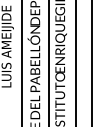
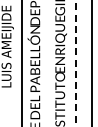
line at (48, 62): present -> none
line at (75, 63): solid -> dashed
